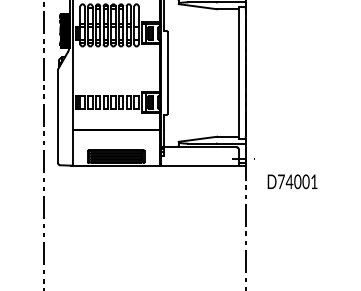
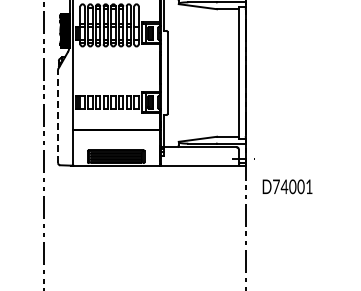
line at (58, 116): solid -> dashed
text at (292, 181) position: (292, 181) -> (287, 186)
